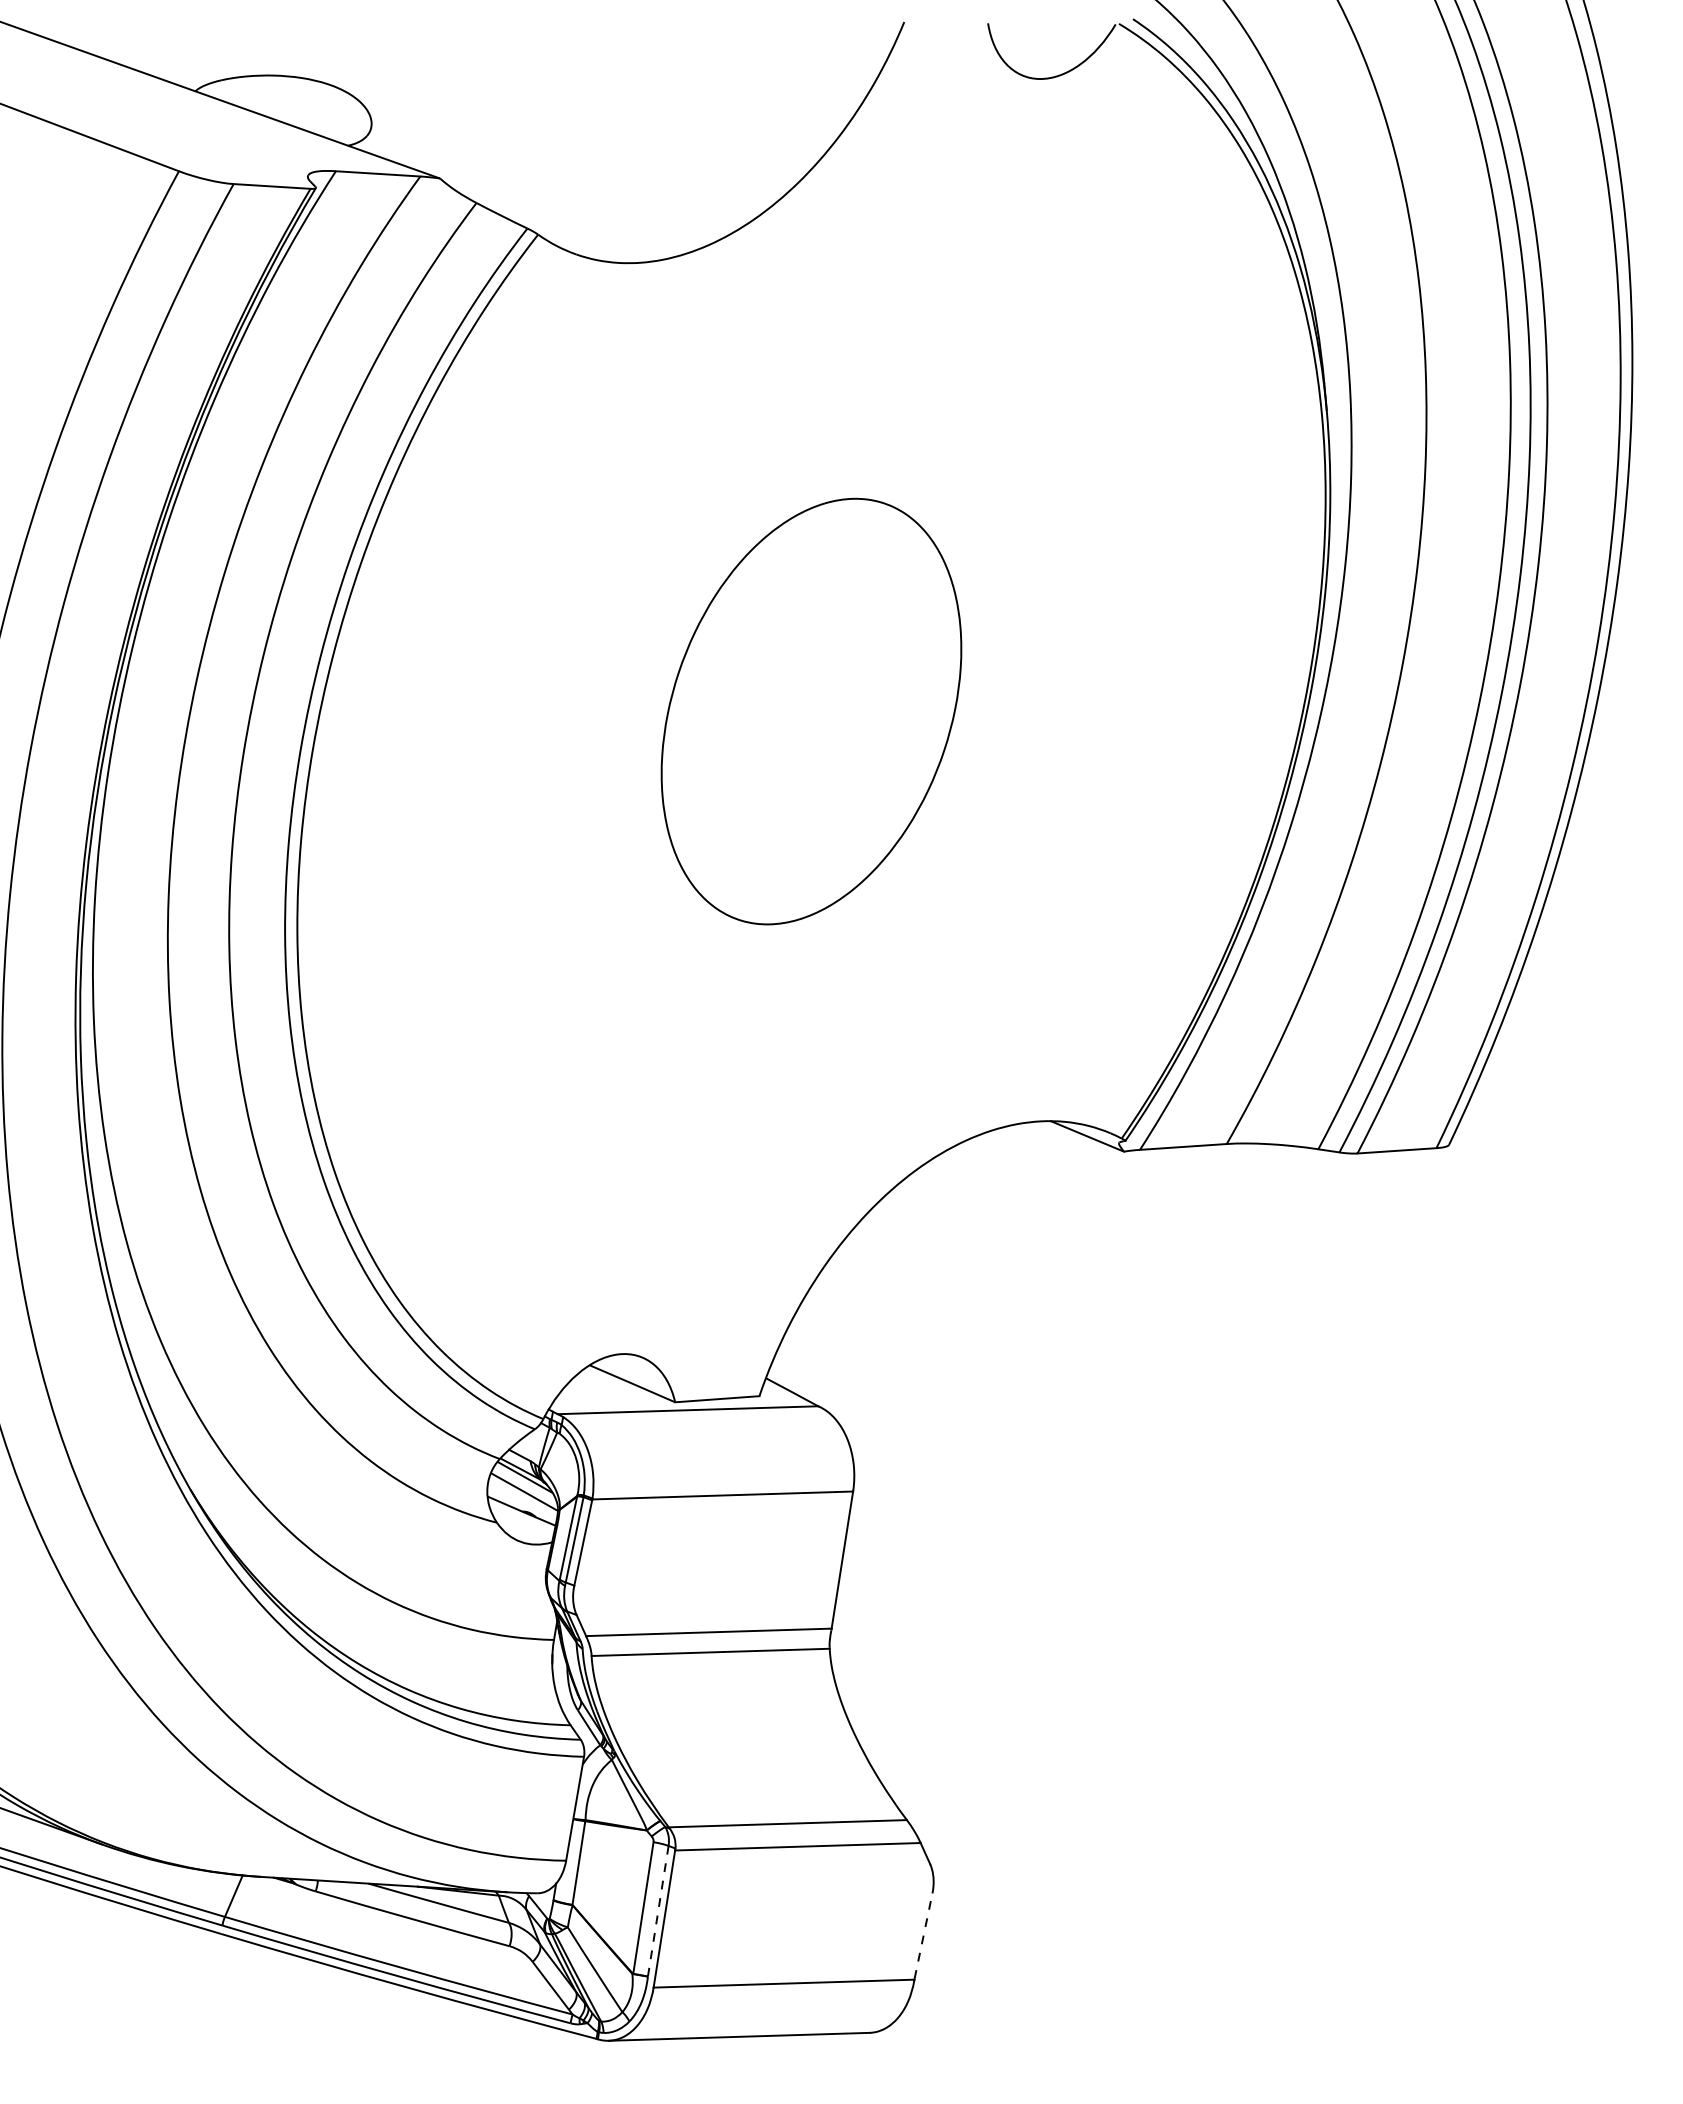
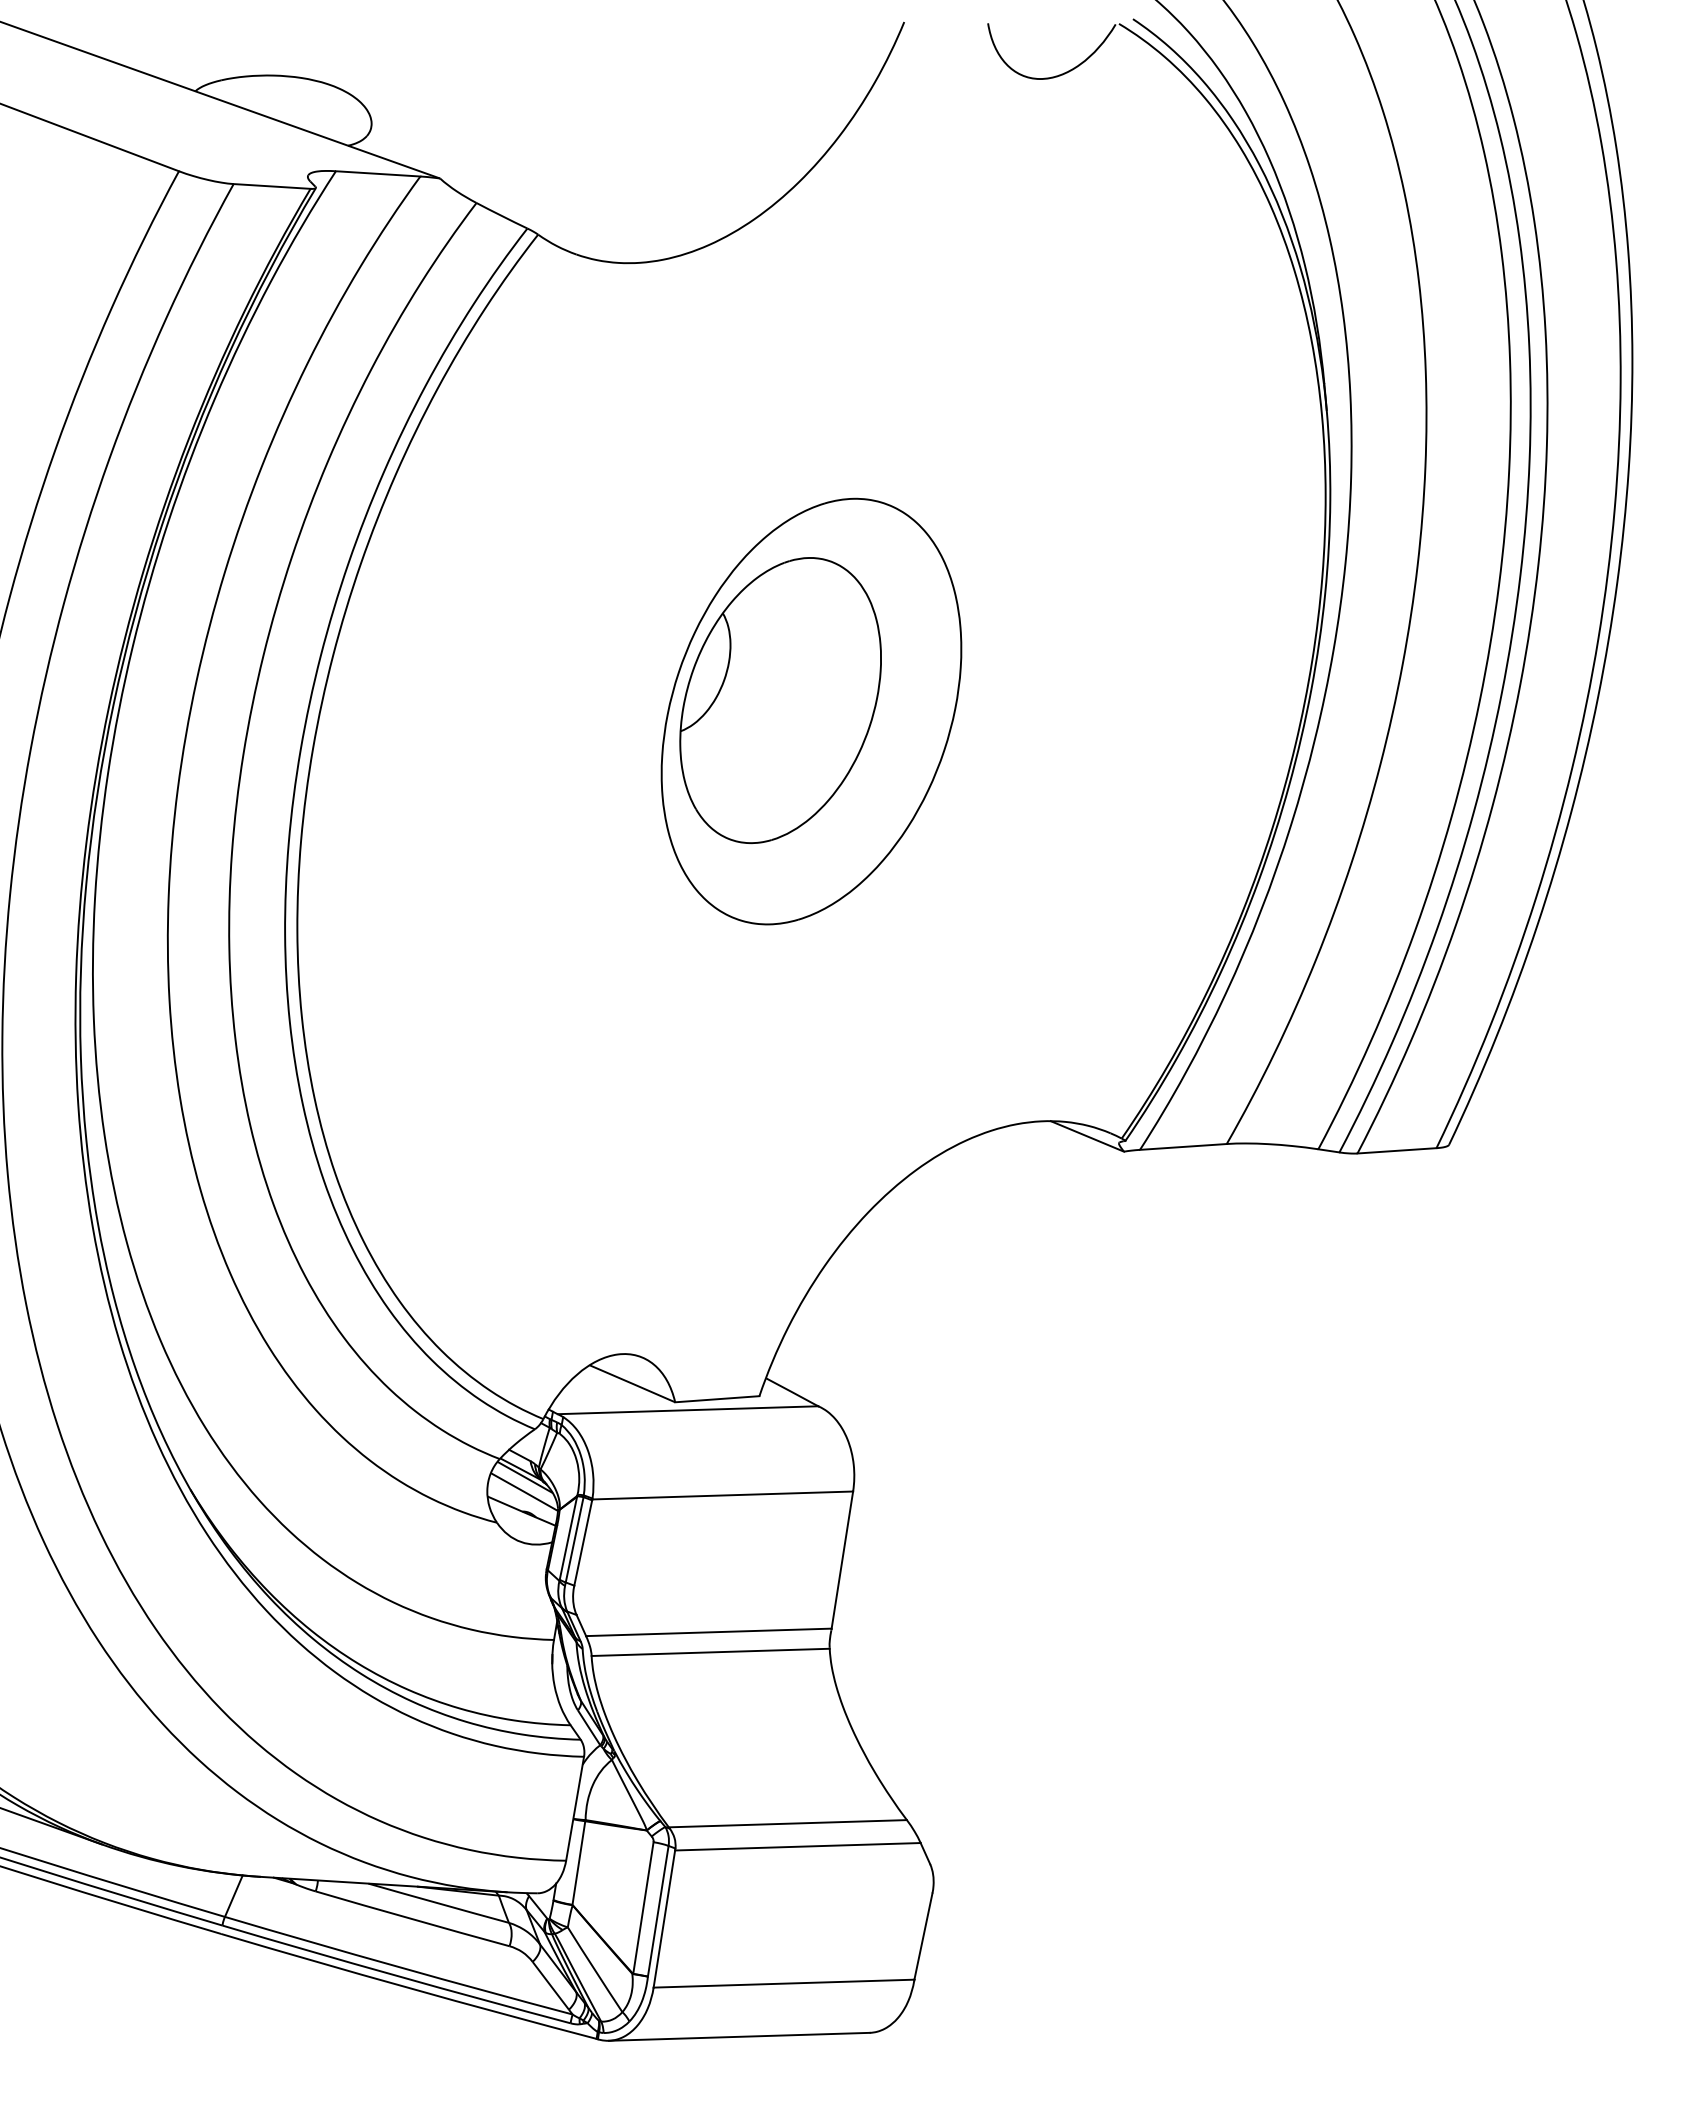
part at (780, 700): none -> present
line at (658, 1910): dashed -> solid
line at (923, 1936): dashed -> solid
